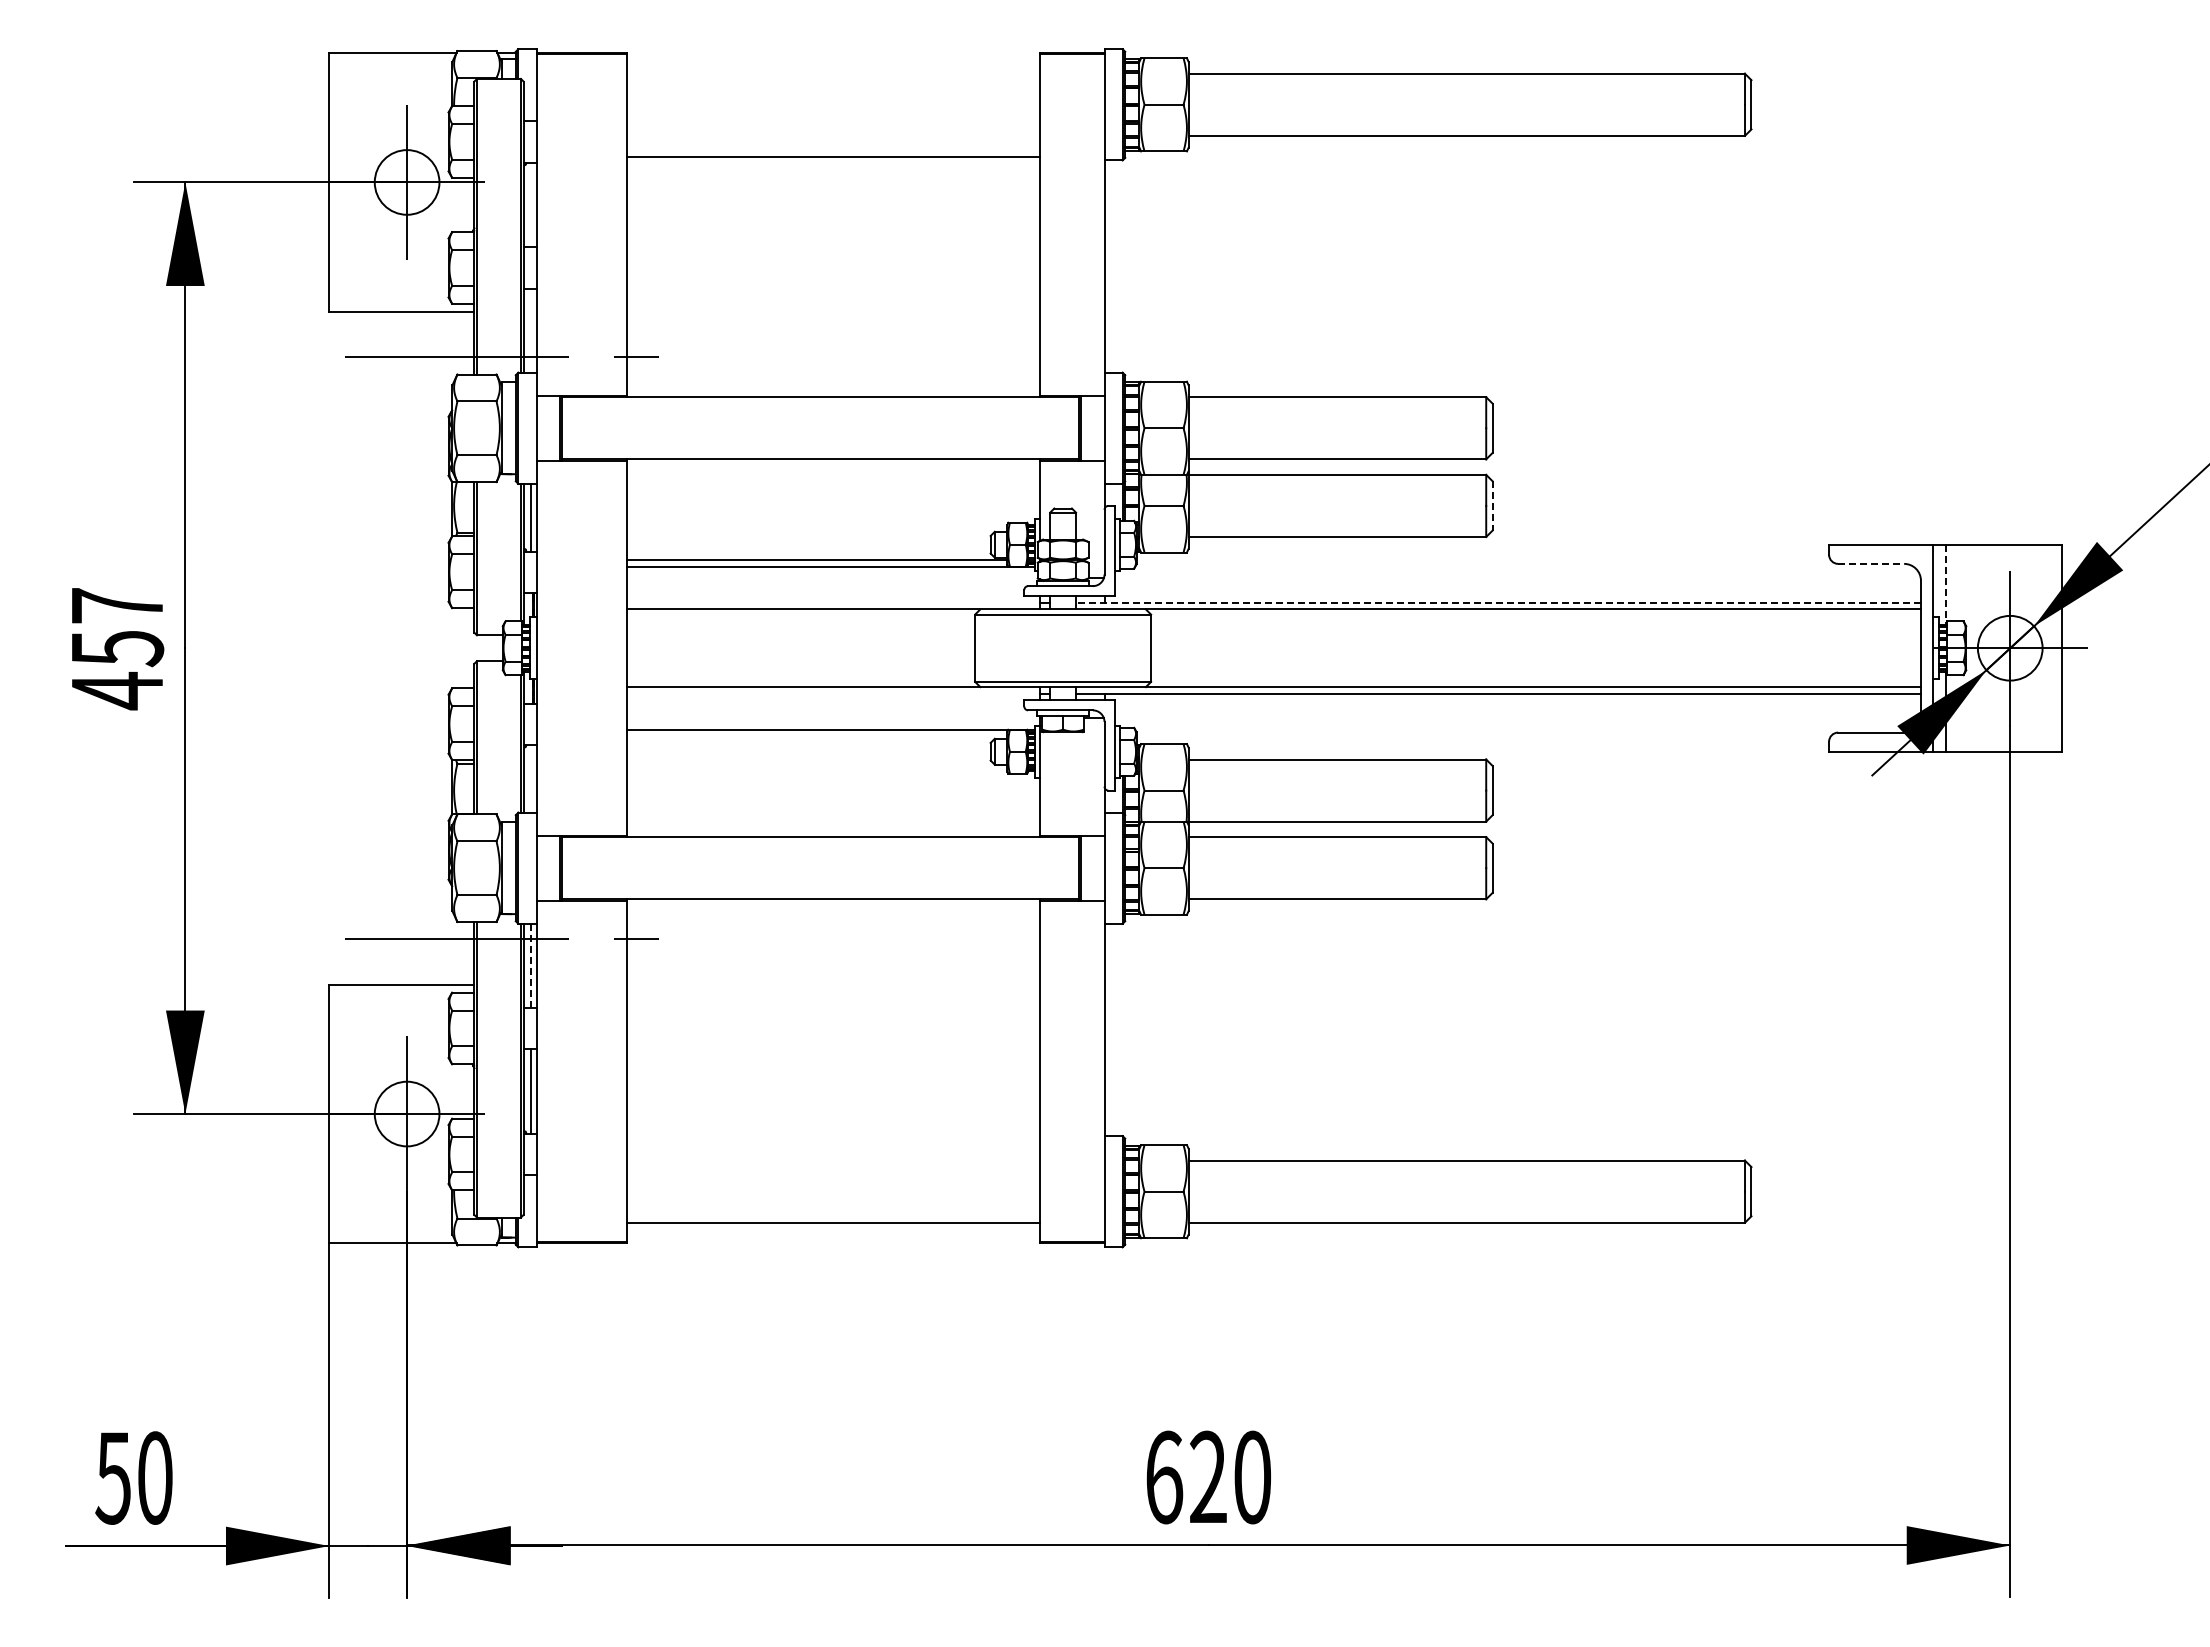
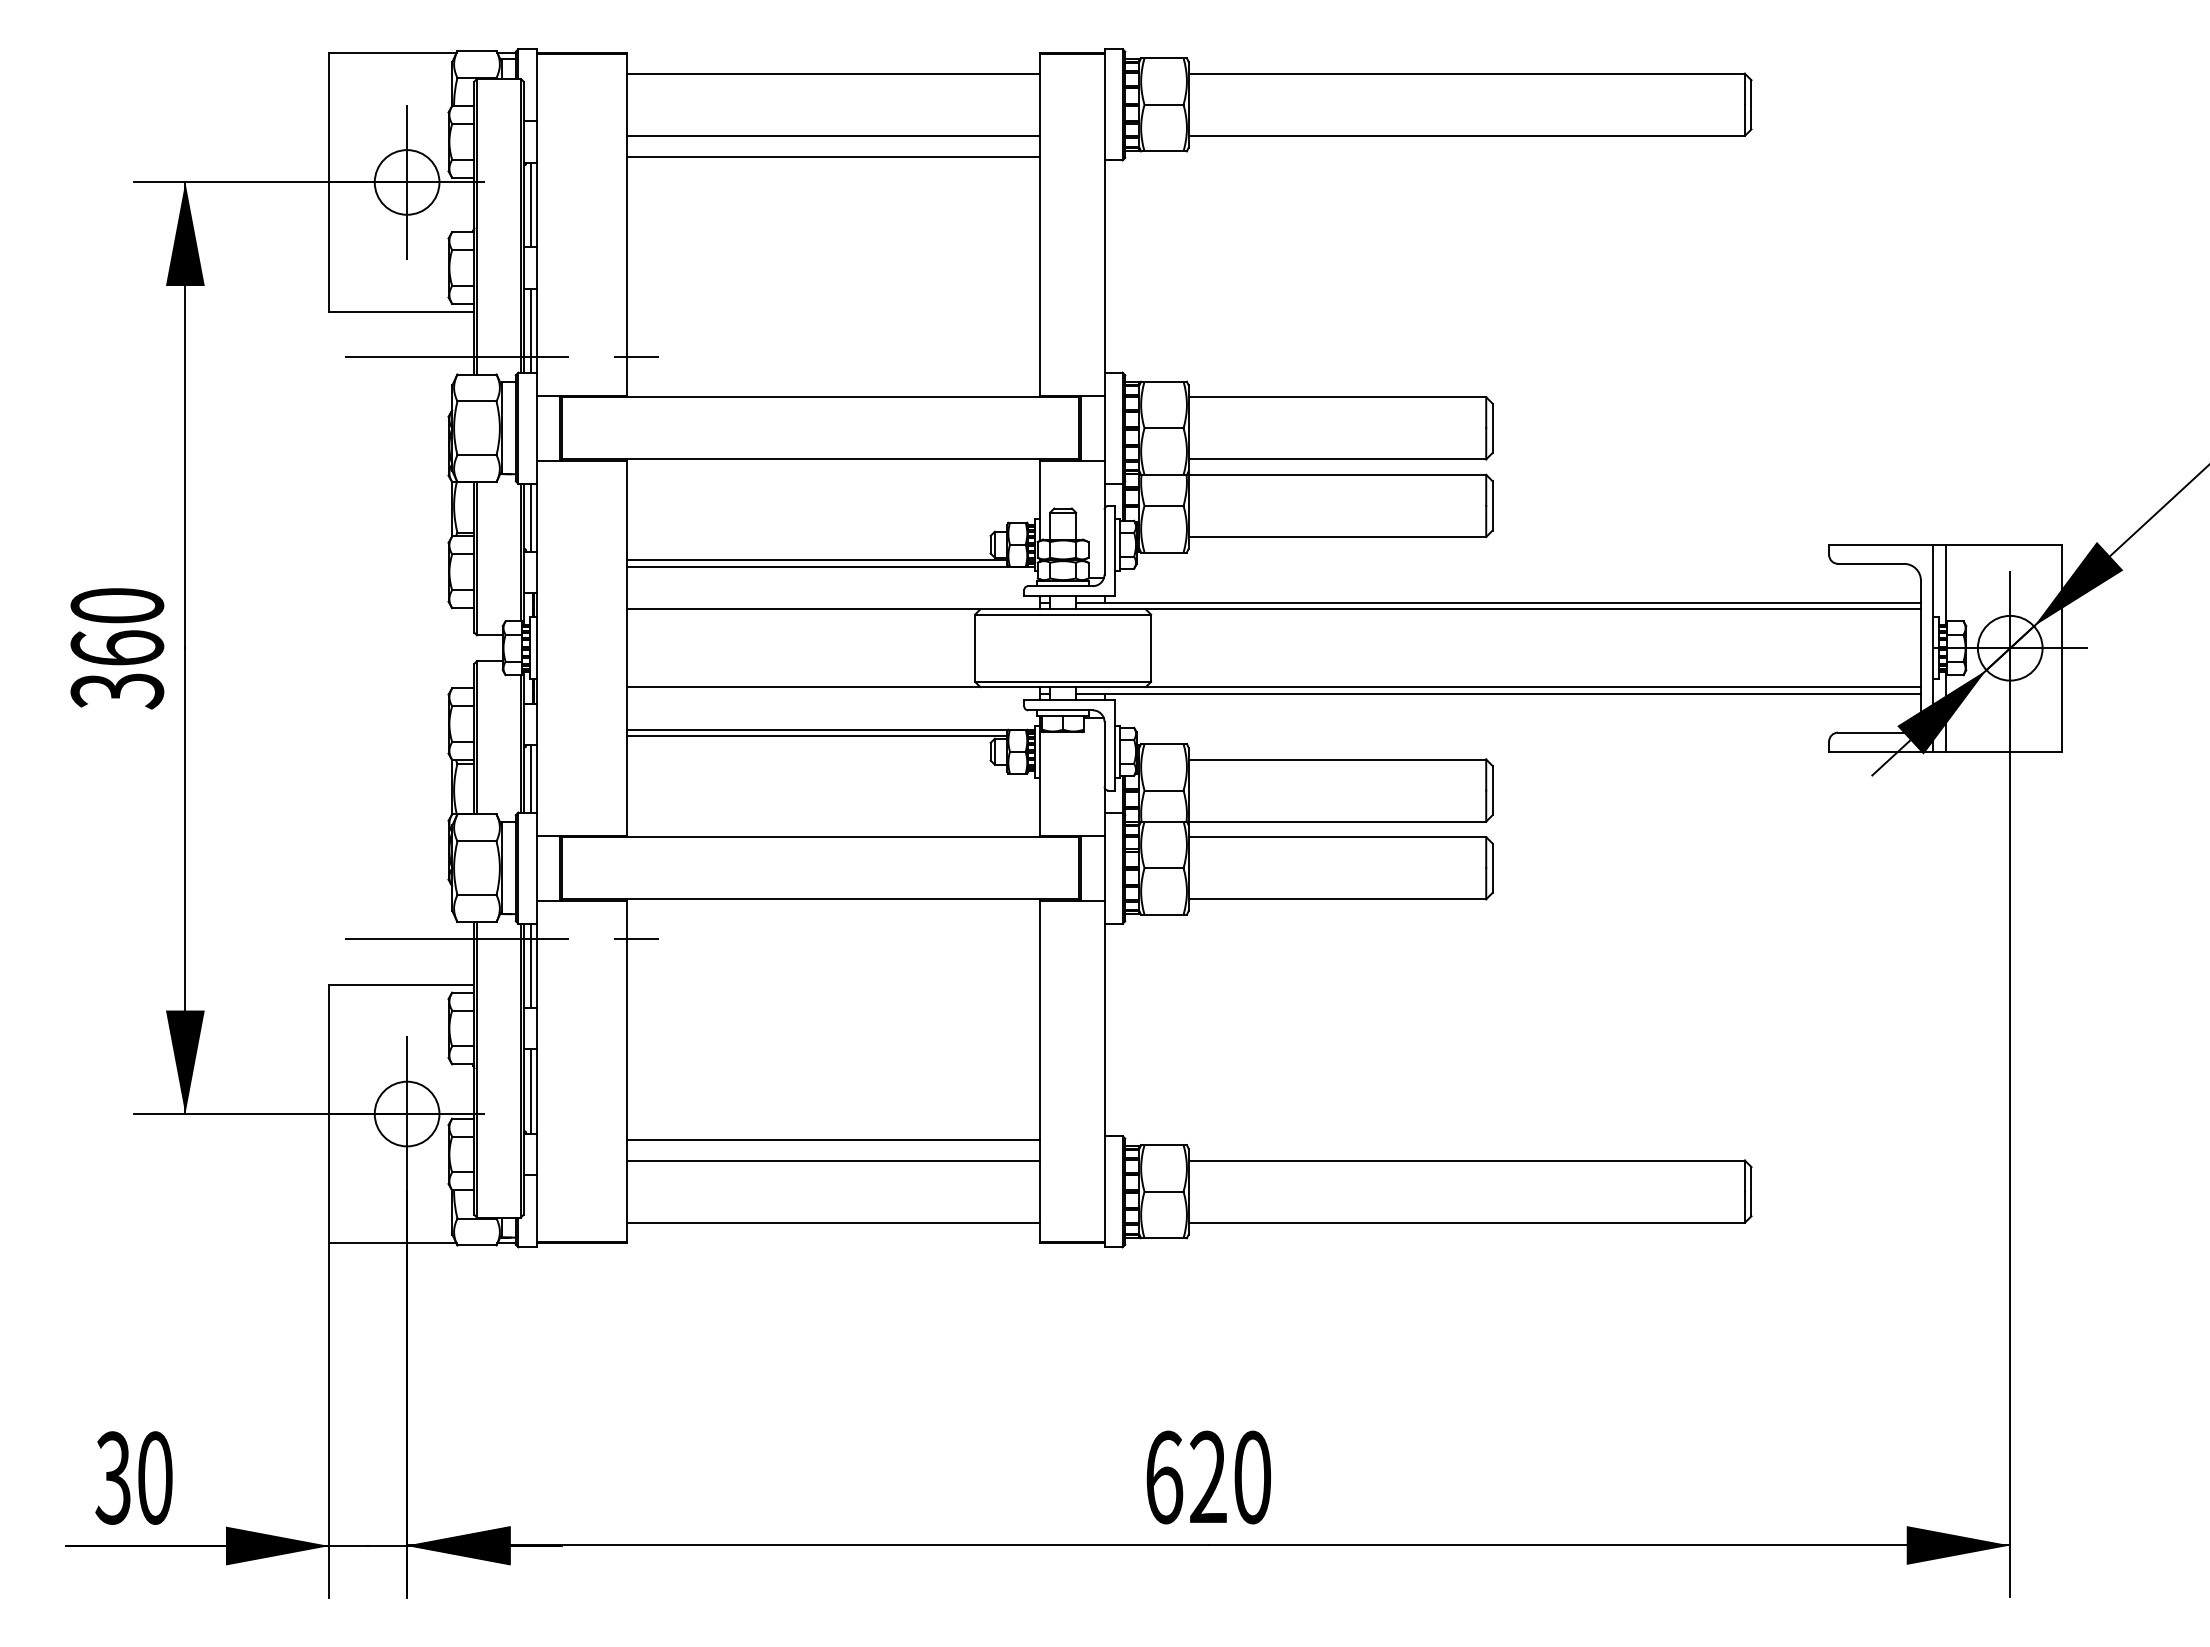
line at (833, 73): none -> present
line at (833, 135): none -> present
line at (531, 204): none -> present
line at (531, 330): none -> present
line at (1492, 505): dashed -> solid
line at (1871, 563): dashed -> solid
line at (1945, 584): dashed -> solid
line at (1498, 602): dashed -> solid
text at (117, 649): 457 -> 360
line at (817, 736): none -> present
line at (531, 778): none -> present
line at (531, 965): dashed -> solid
line at (833, 1139): none -> present
line at (833, 1160): none -> present
text at (112, 1477): 50 -> 30
